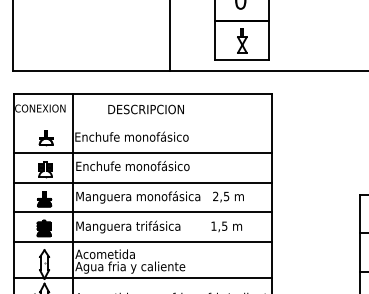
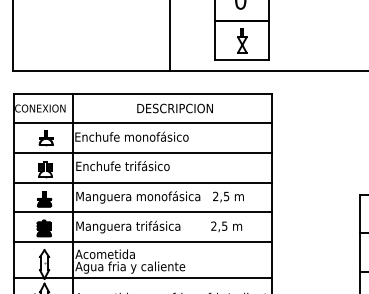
text at (145, 109) position: (145, 109) -> (174, 108)
line at (142, 123): none -> present
text at (157, 165): Enchufe monofásico -> Enchufe trifásico
text at (213, 225): 1,5 -> 2,5
